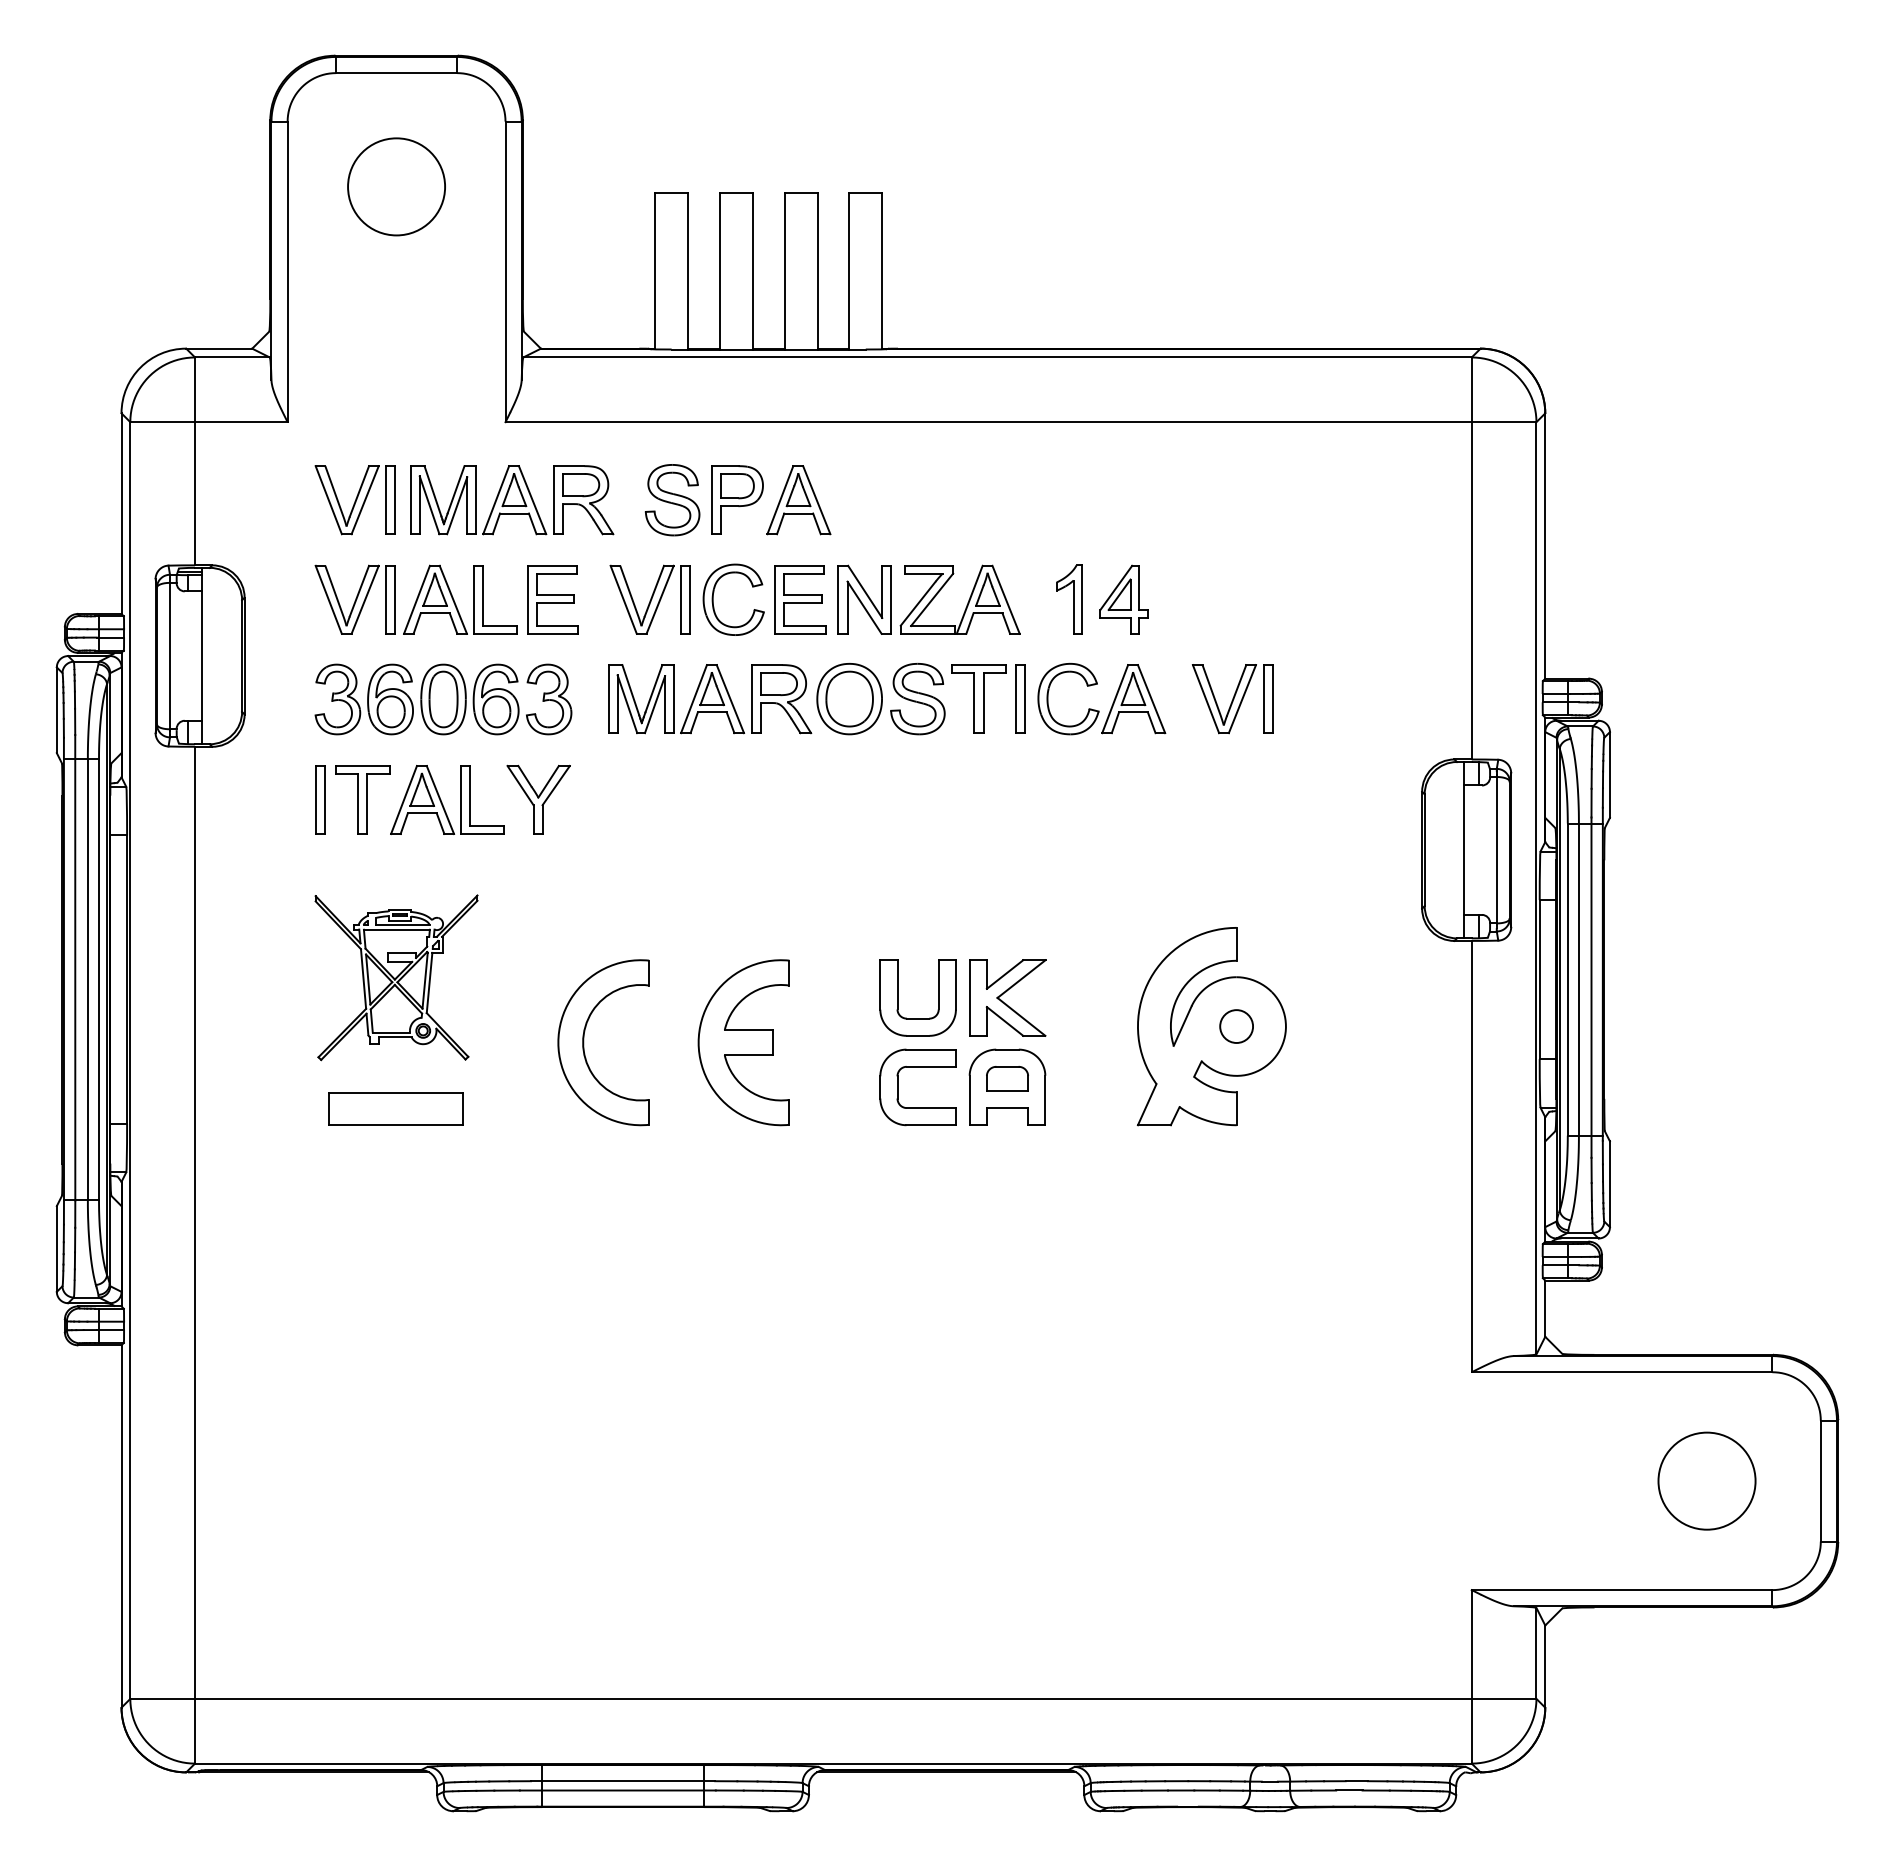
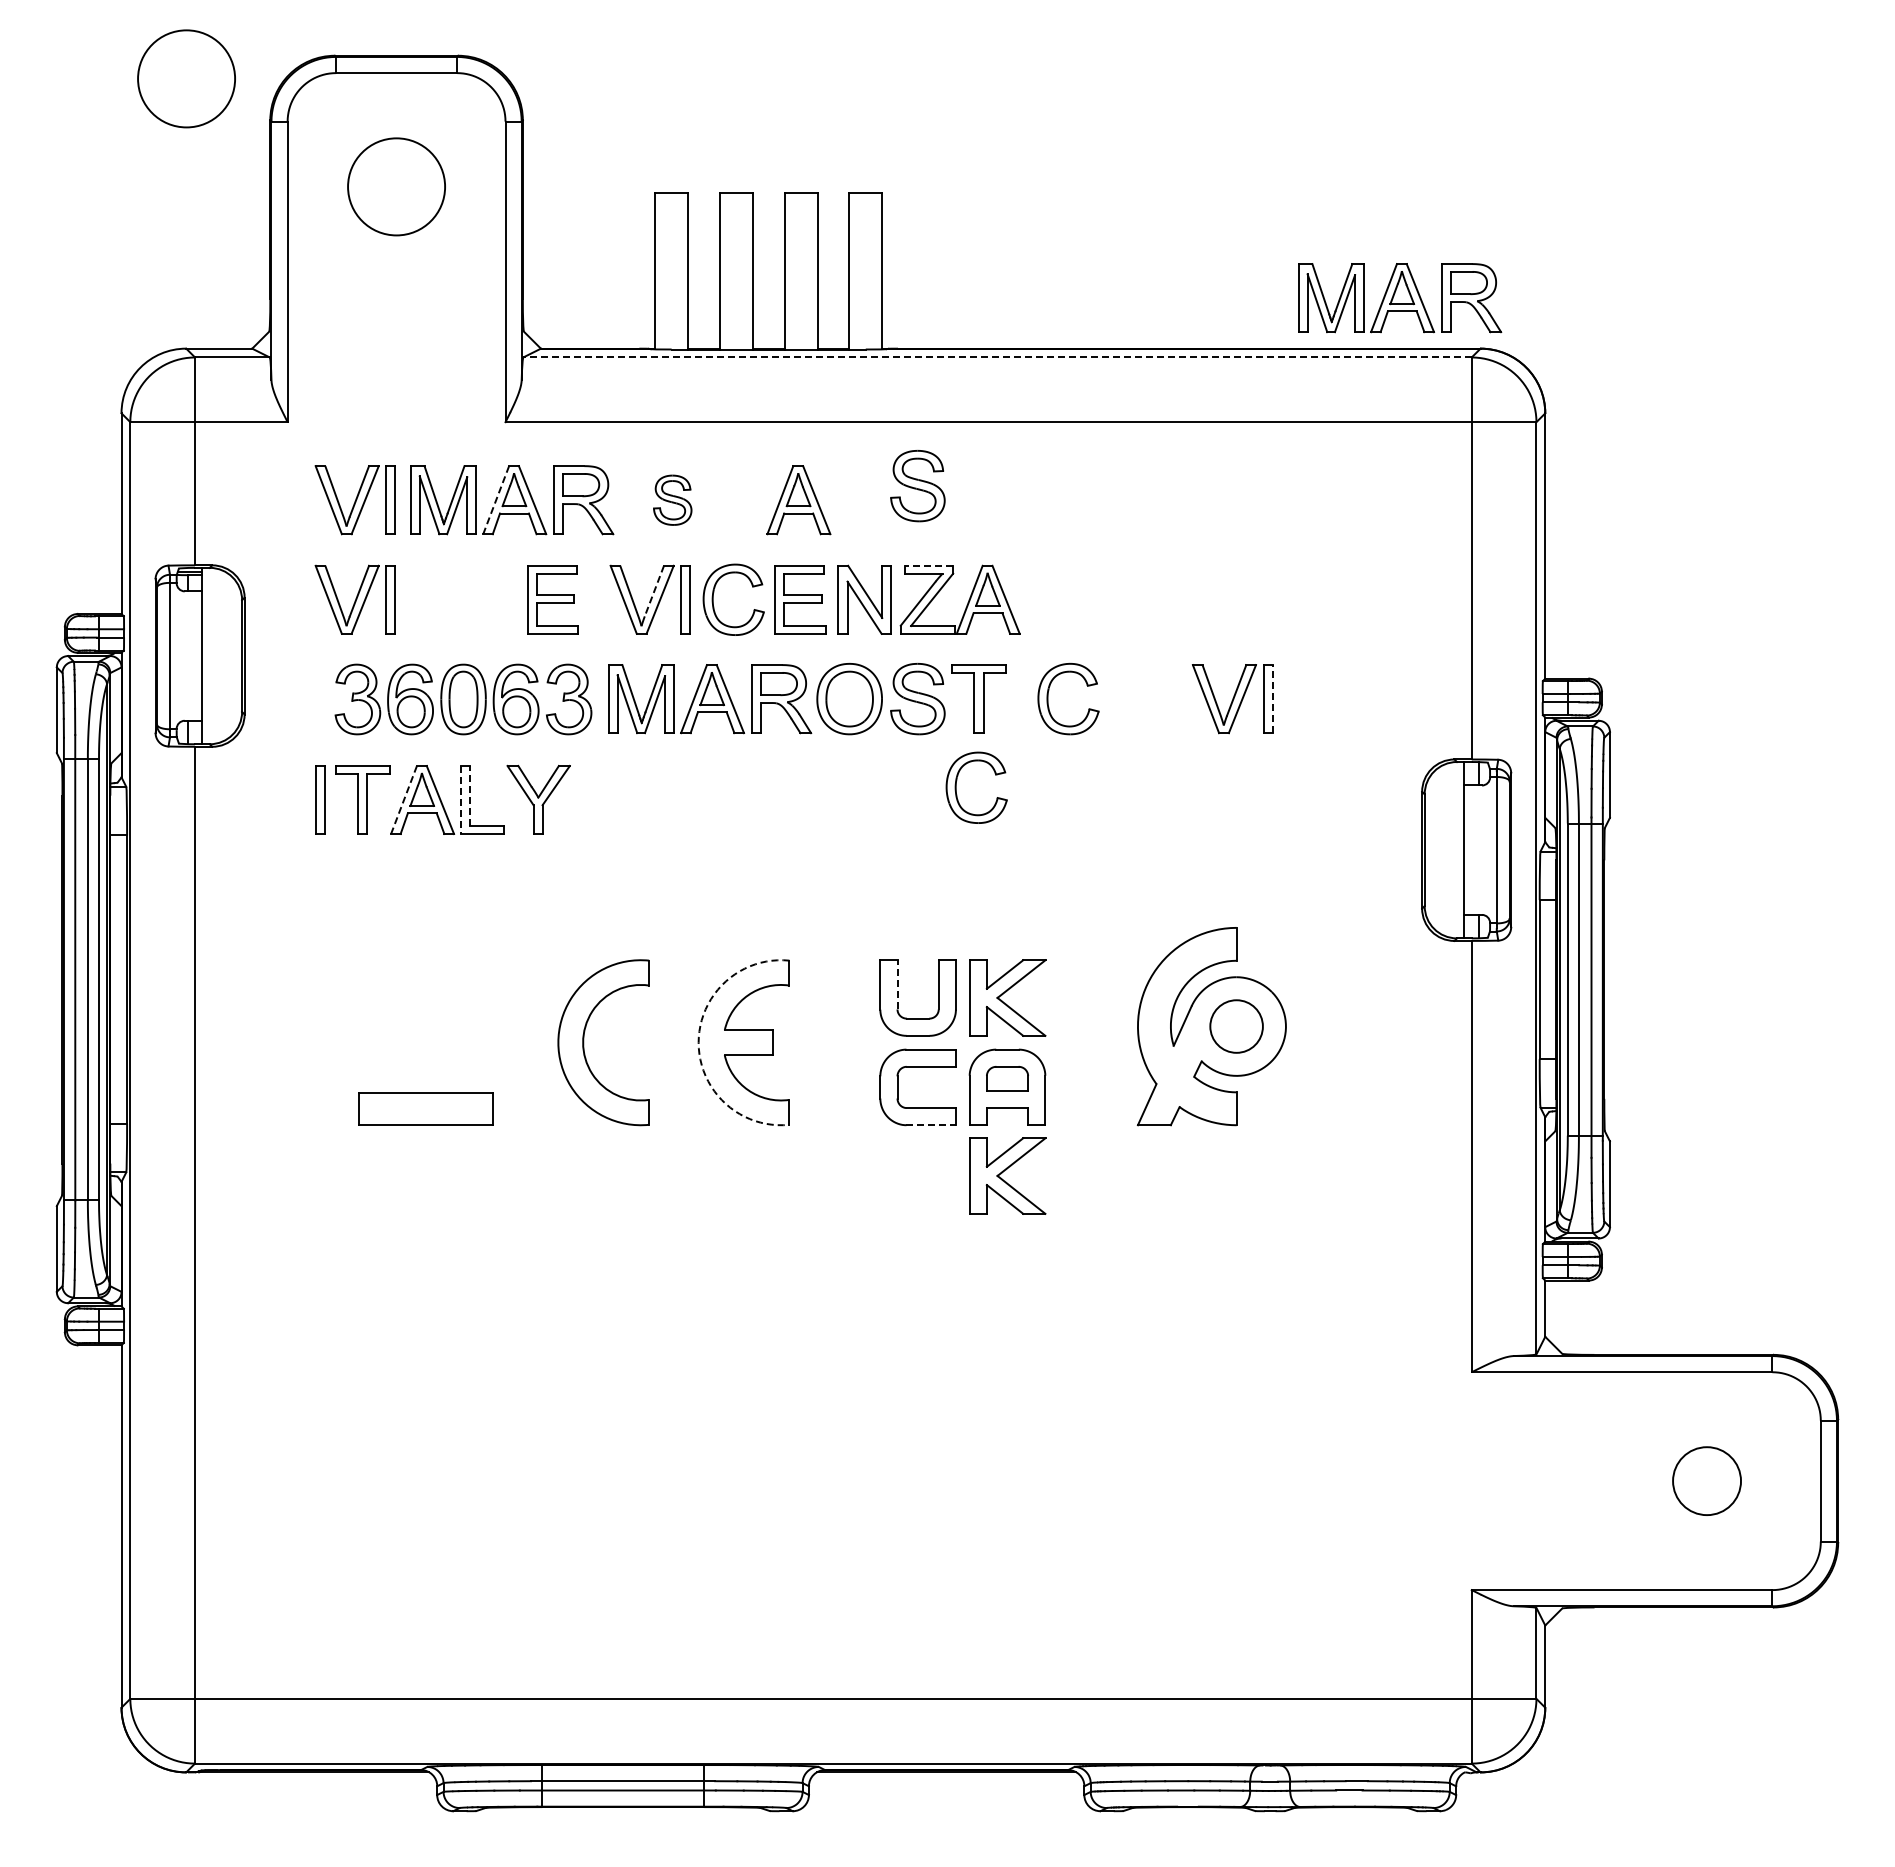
circle at (186, 78): none -> present
part at (1400, 298): none -> present
line at (997, 357): solid -> dashed
part at (917, 486): none -> present
part at (737, 499): present -> none
line at (496, 500): solid -> dashed
part at (672, 500) size: 56x73 px -> 40x52 px
line at (928, 565): solid -> dashed
line at (654, 591): solid -> dashed
part at (460, 599): present -> none
part at (1069, 599): present -> none
part at (1123, 599): present -> none
part at (1020, 698): present -> none
line at (1272, 698): solid -> dashed
part at (443, 699) position: (443, 699) -> (463, 699)
part at (1133, 699): present -> none
part at (956, 787): none -> present
line at (470, 795): solid -> dashed
line at (403, 800): solid -> dashed
line at (461, 800): solid -> dashed
part at (396, 977): present -> none
line at (897, 984): solid -> dashed
circle at (1236, 1026) diameter: 33 px -> 53 px
arc at (698, 1042): solid -> dashed
part at (395, 1108) position: (395, 1108) -> (425, 1108)
line at (931, 1125): solid -> dashed
part at (1007, 1175): none -> present
circle at (1706, 1480) diameter: 97 px -> 68 px
